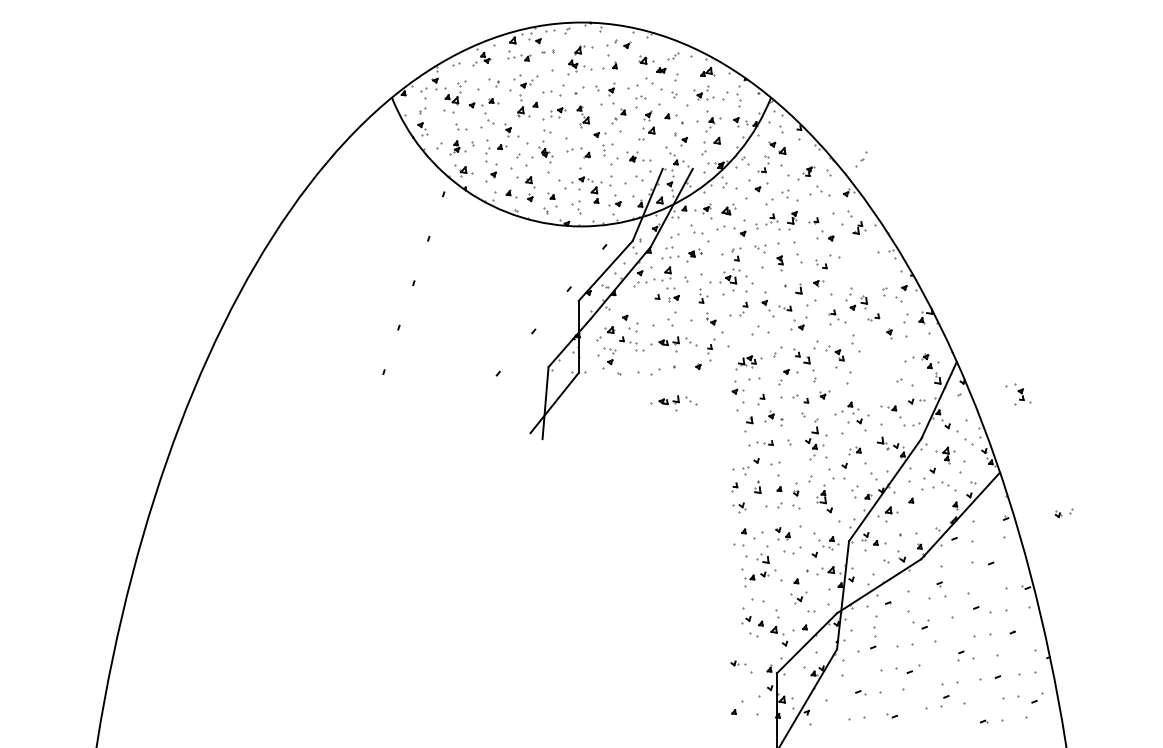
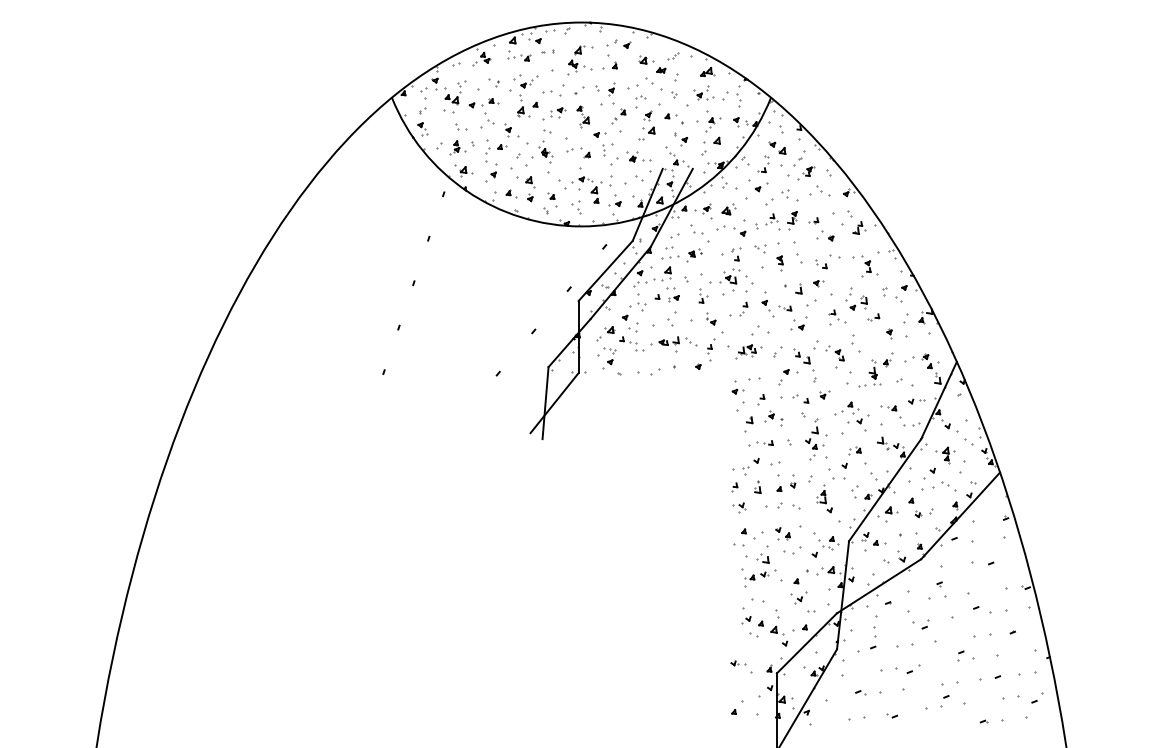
part at (861, 159) position: (861, 159) -> (799, 158)
part at (637, 302): none -> present
part at (748, 362) position: (748, 362) -> (748, 351)
part at (875, 369): none -> present
part at (1018, 394) position: (1018, 394) -> (865, 266)
part at (673, 403): present -> none
part at (796, 489) position: (796, 489) -> (793, 481)
part at (1063, 513) position: (1063, 513) -> (923, 513)
